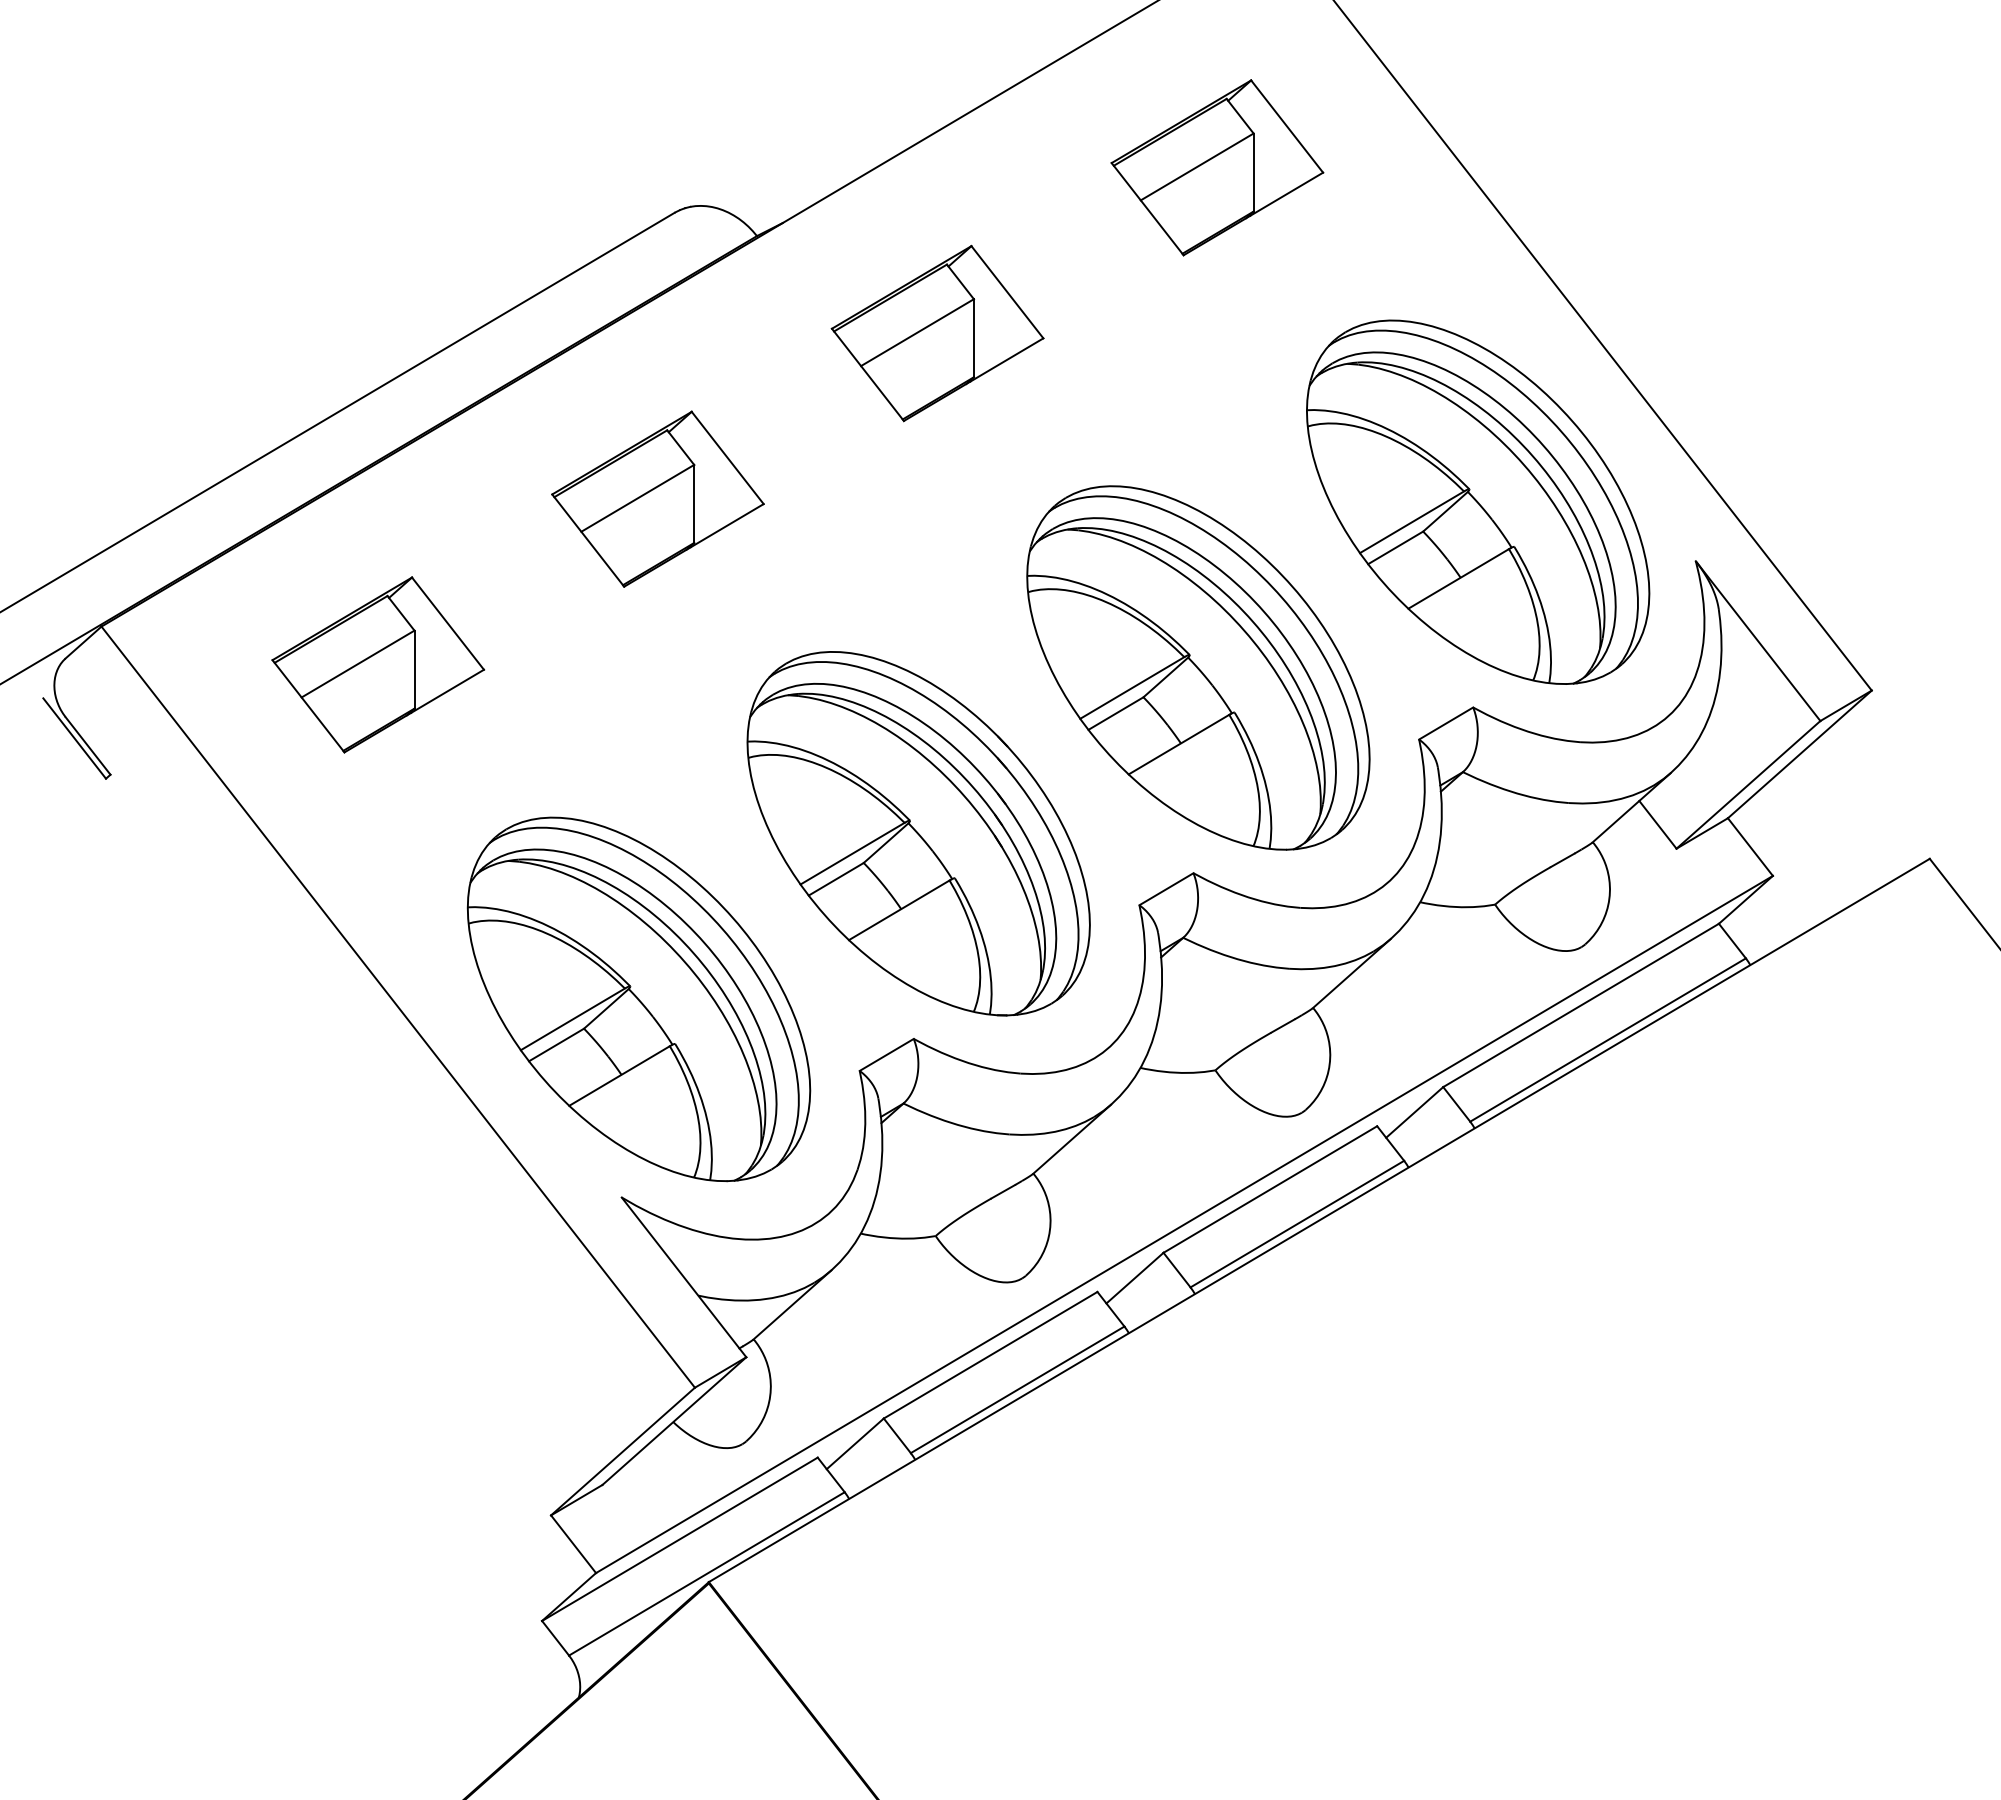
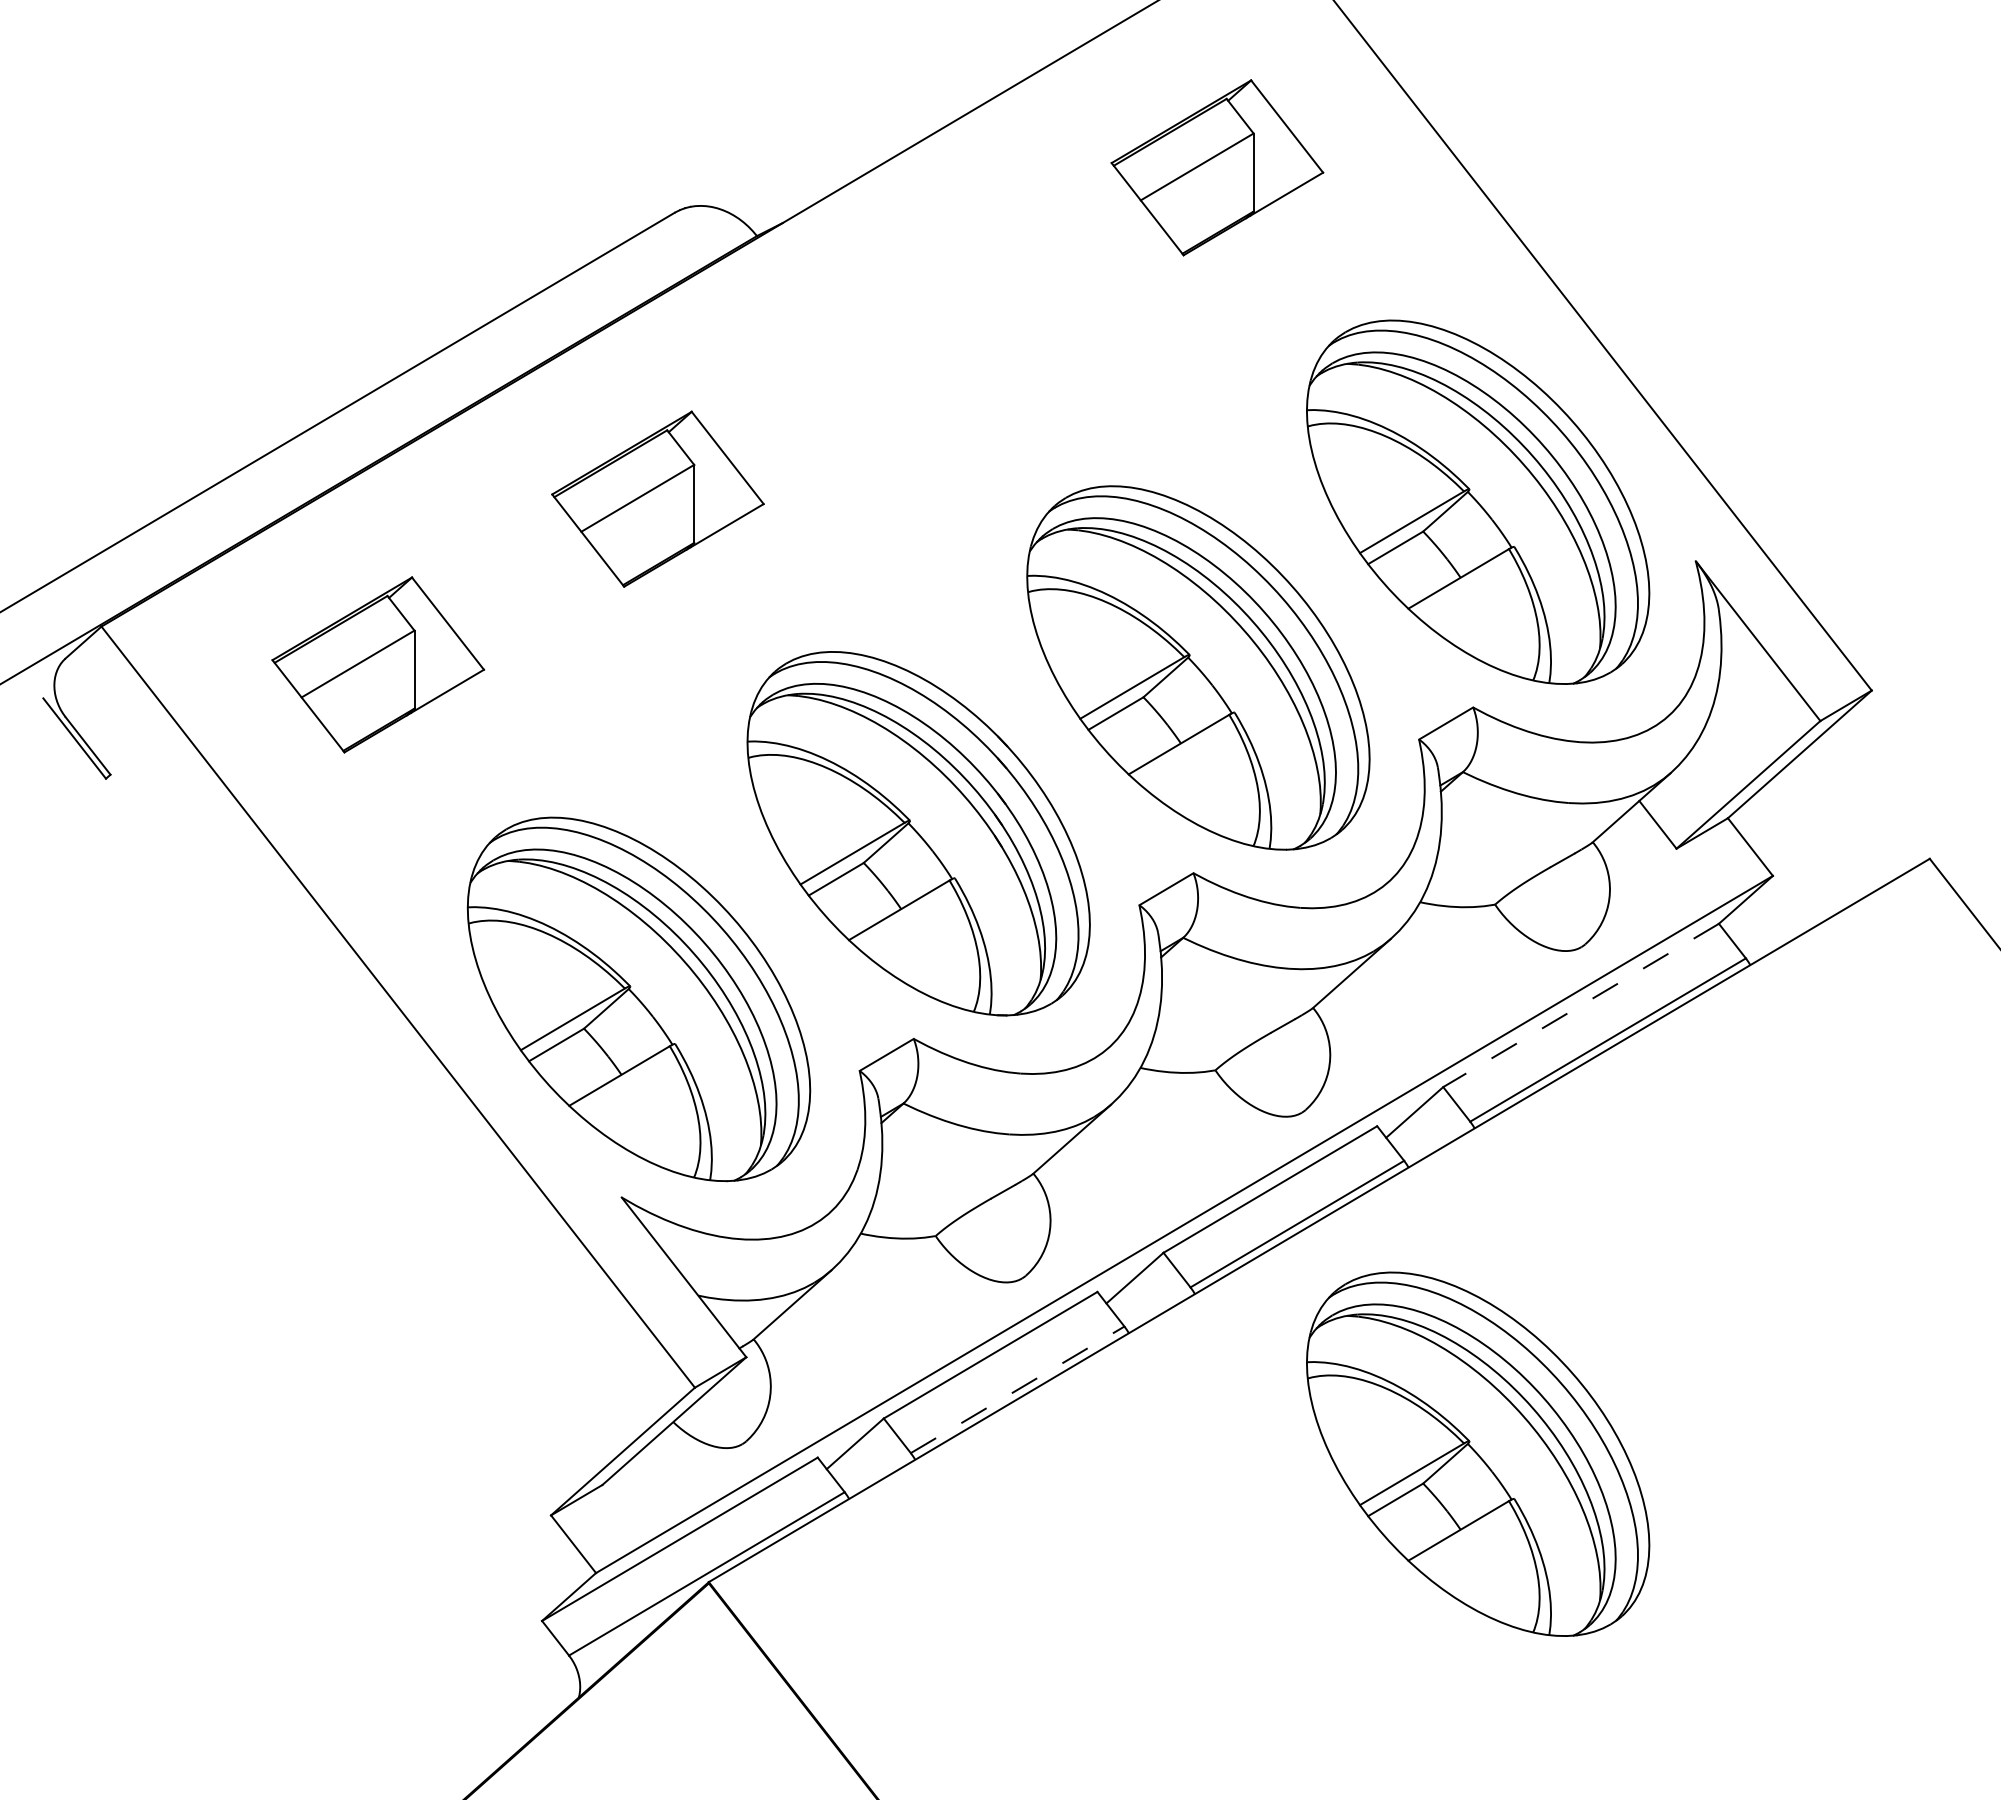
part at (937, 333): present -> none
line at (1580, 1005): solid -> dashed
line at (1018, 1389): solid -> dashed
part at (1478, 1453): none -> present
